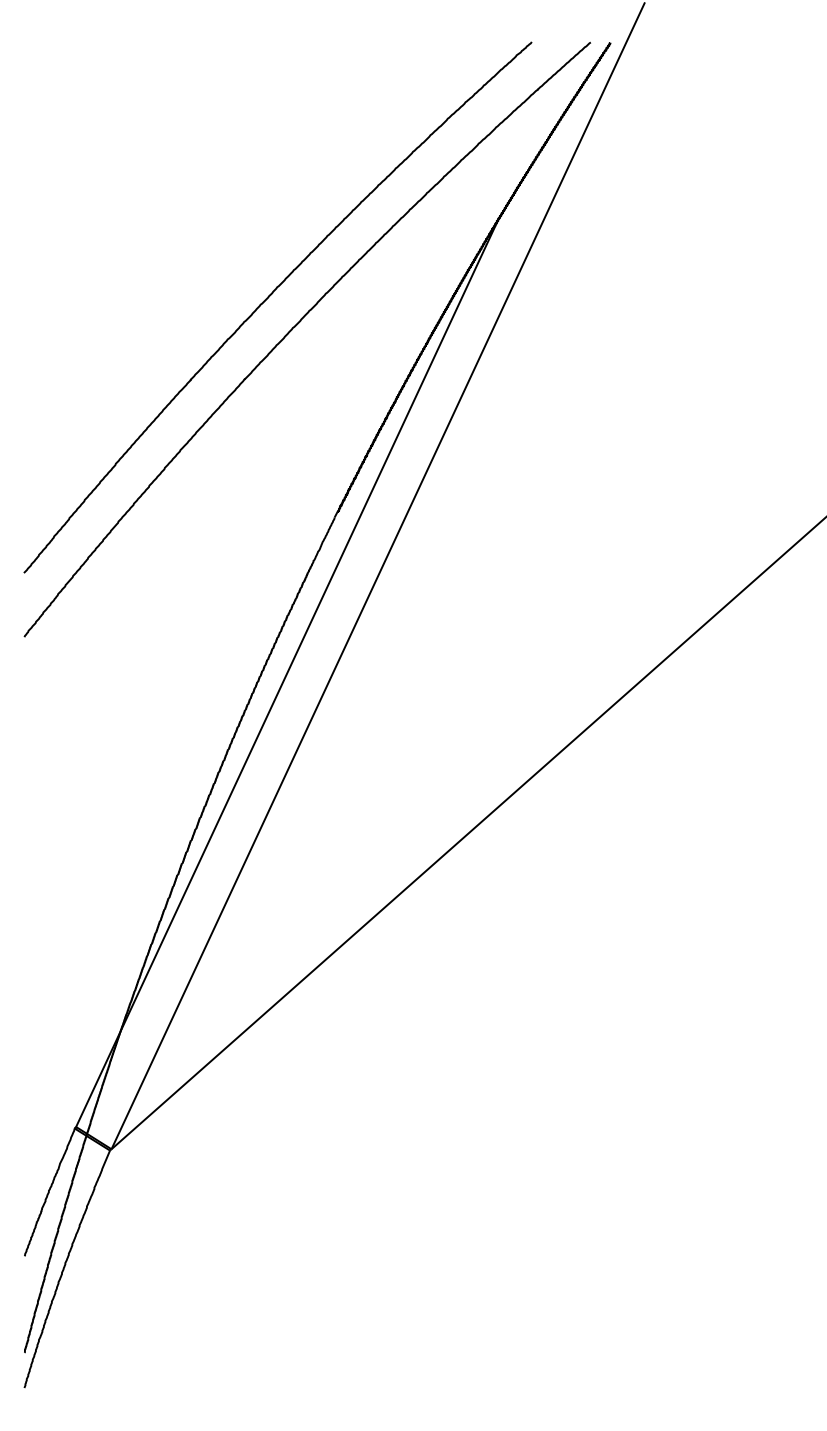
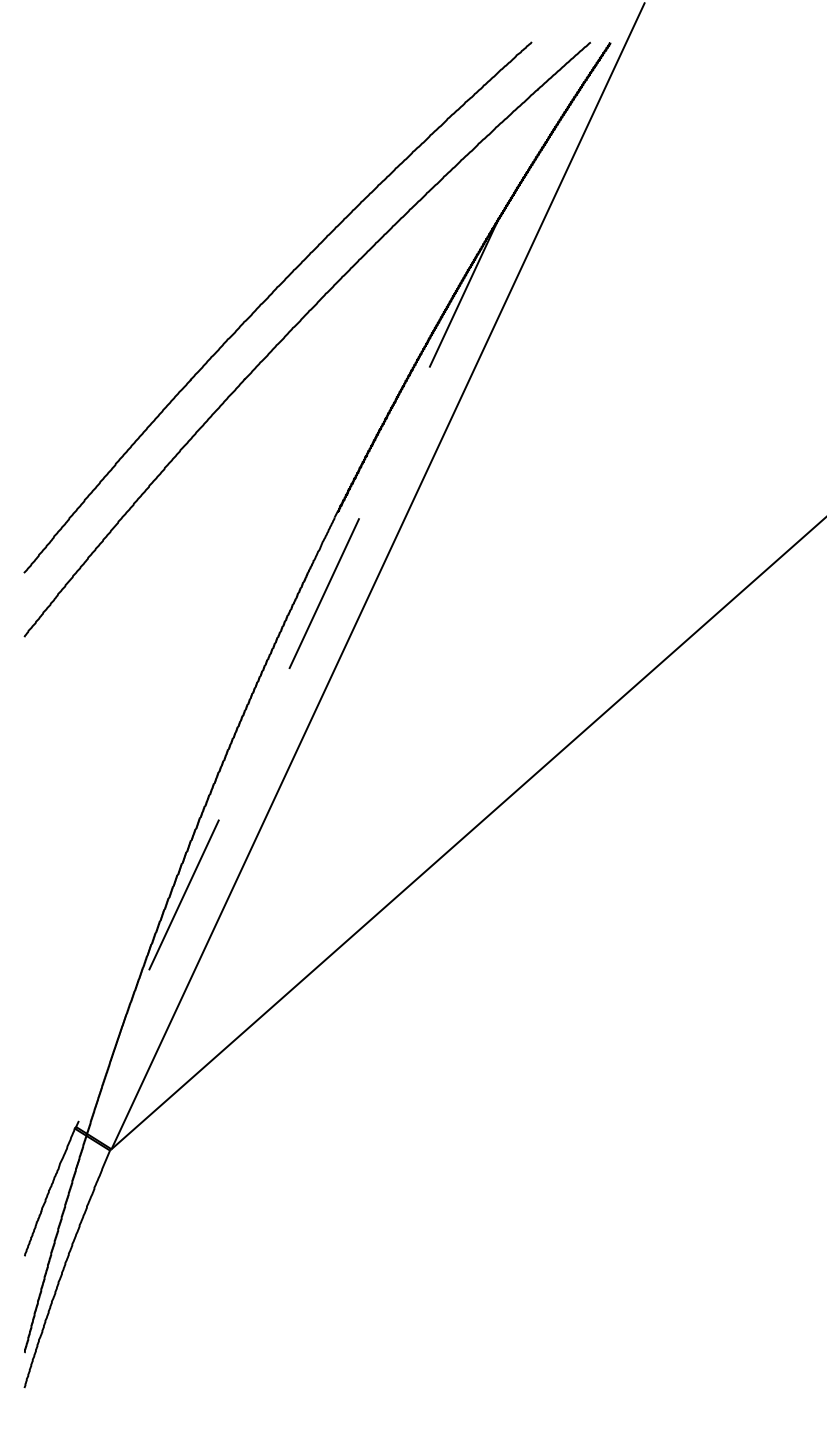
line at (287, 671): solid -> dashed
